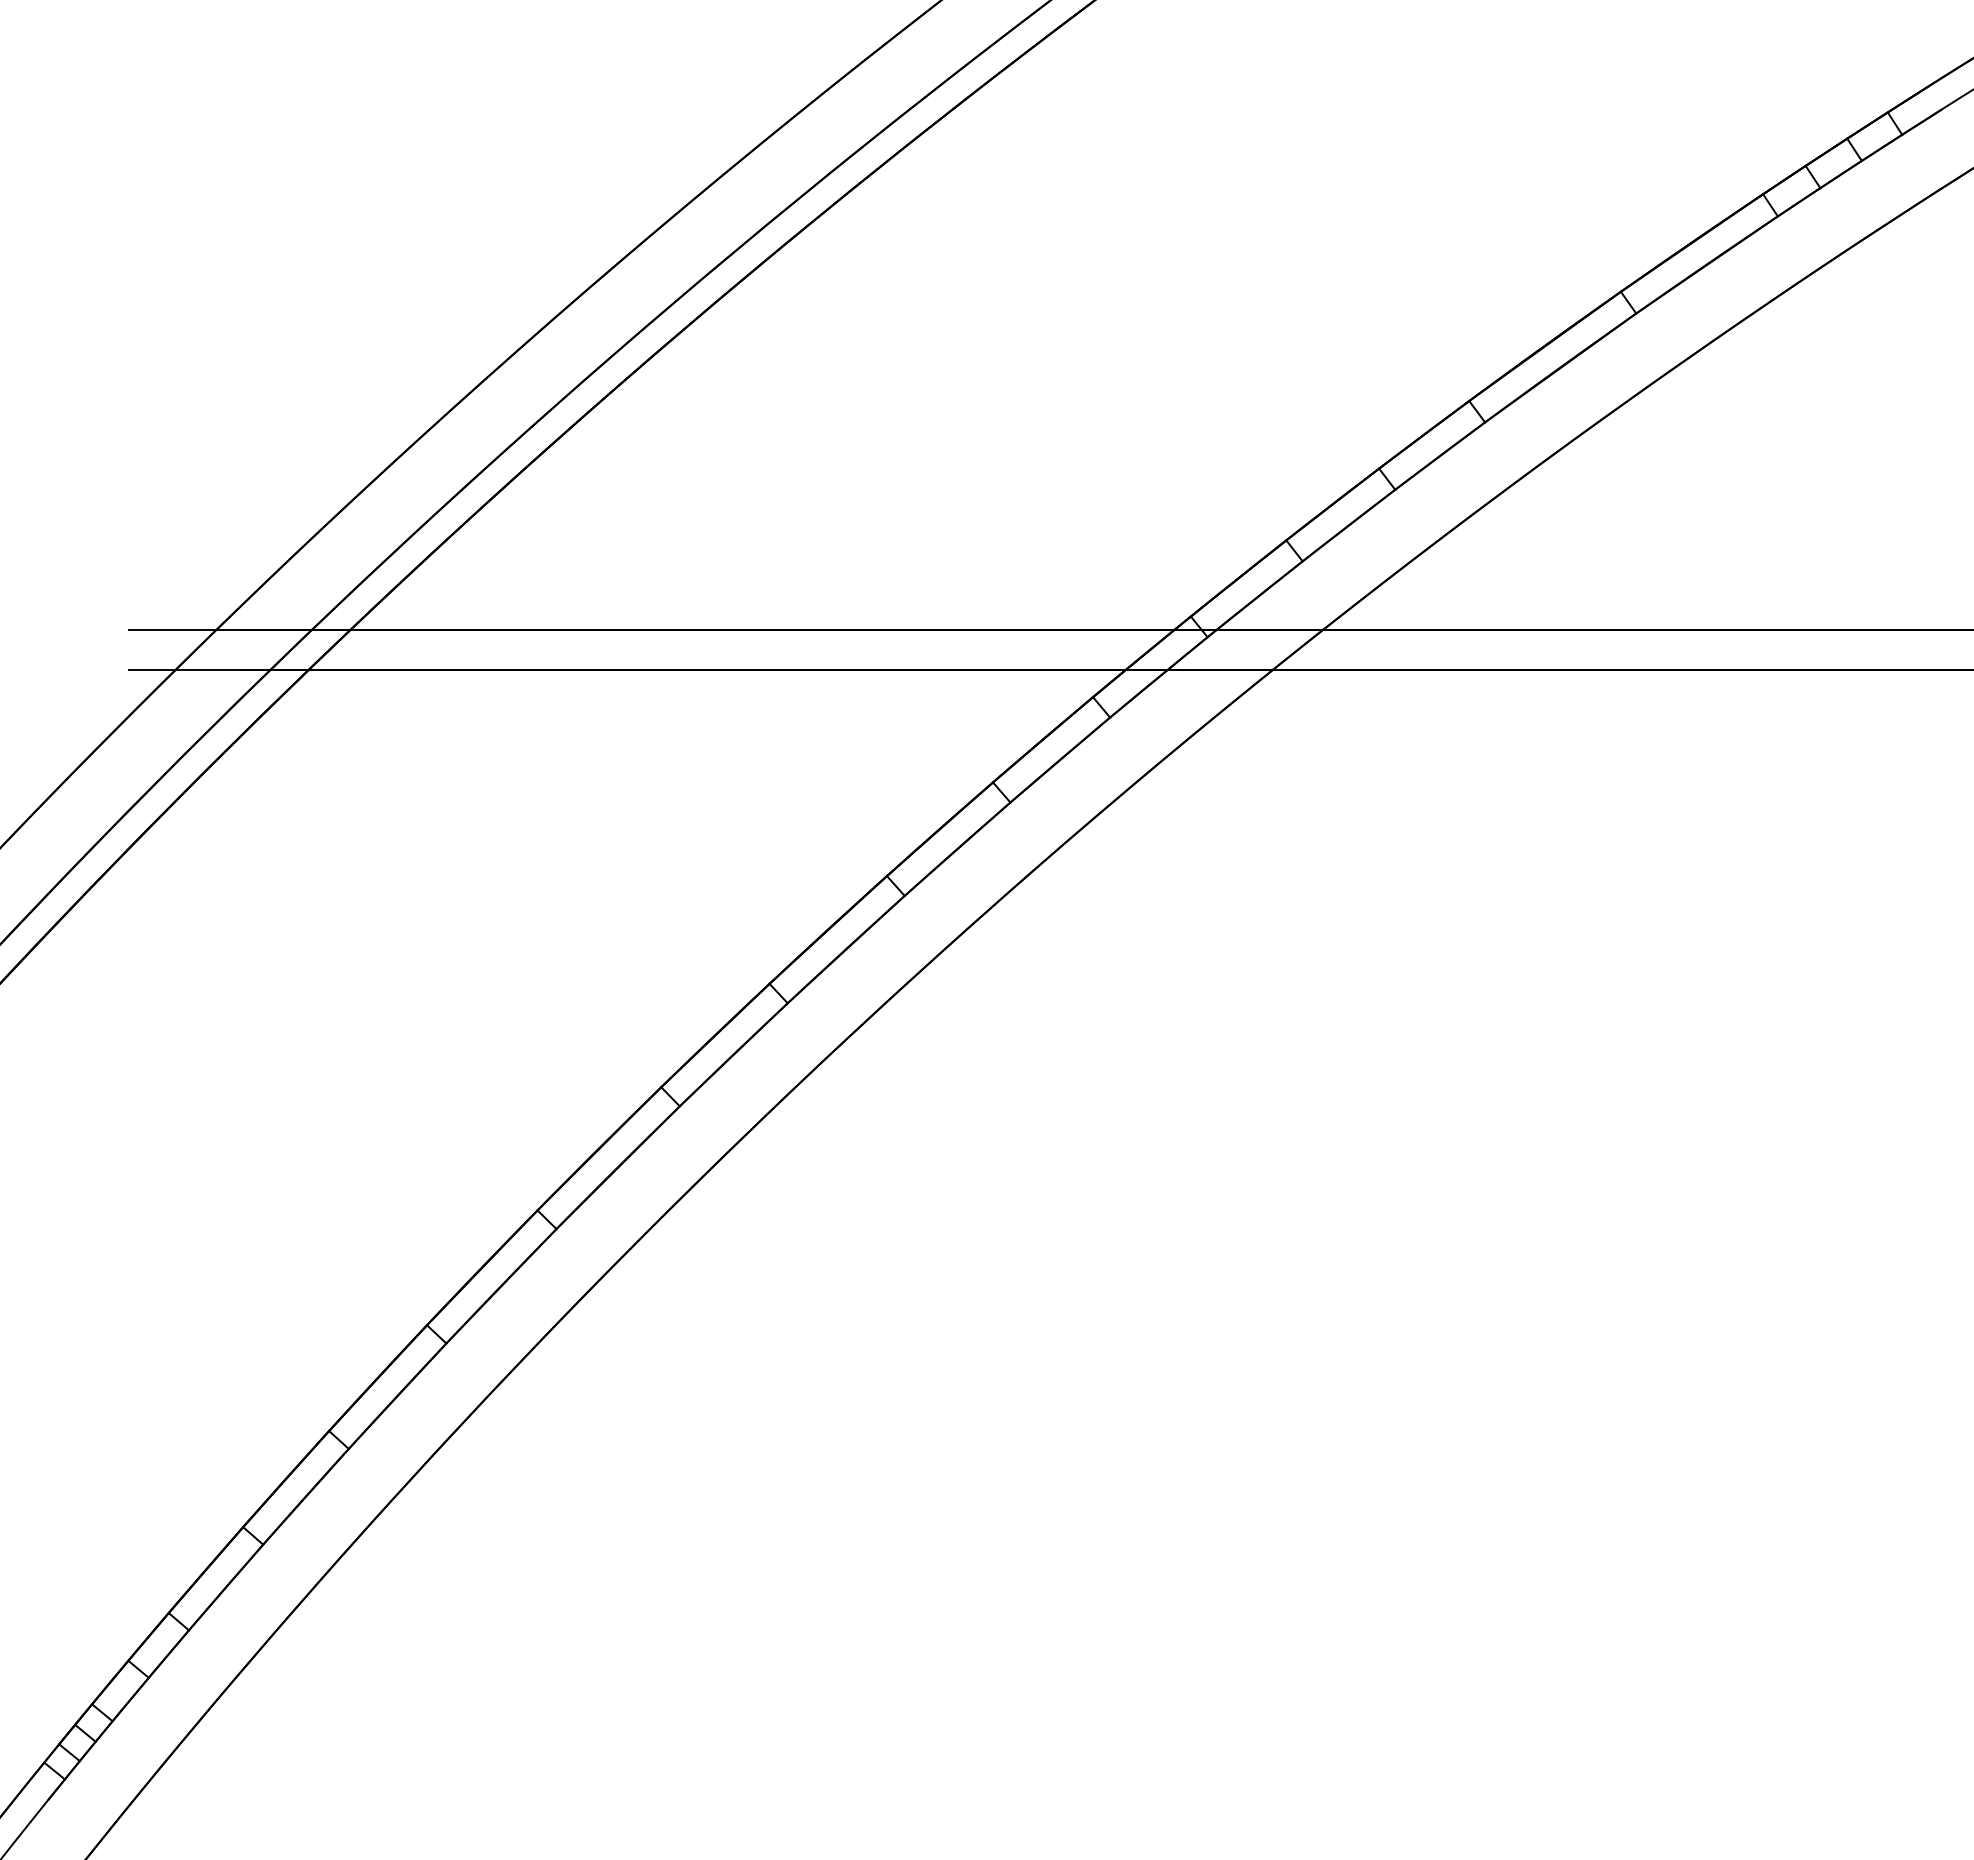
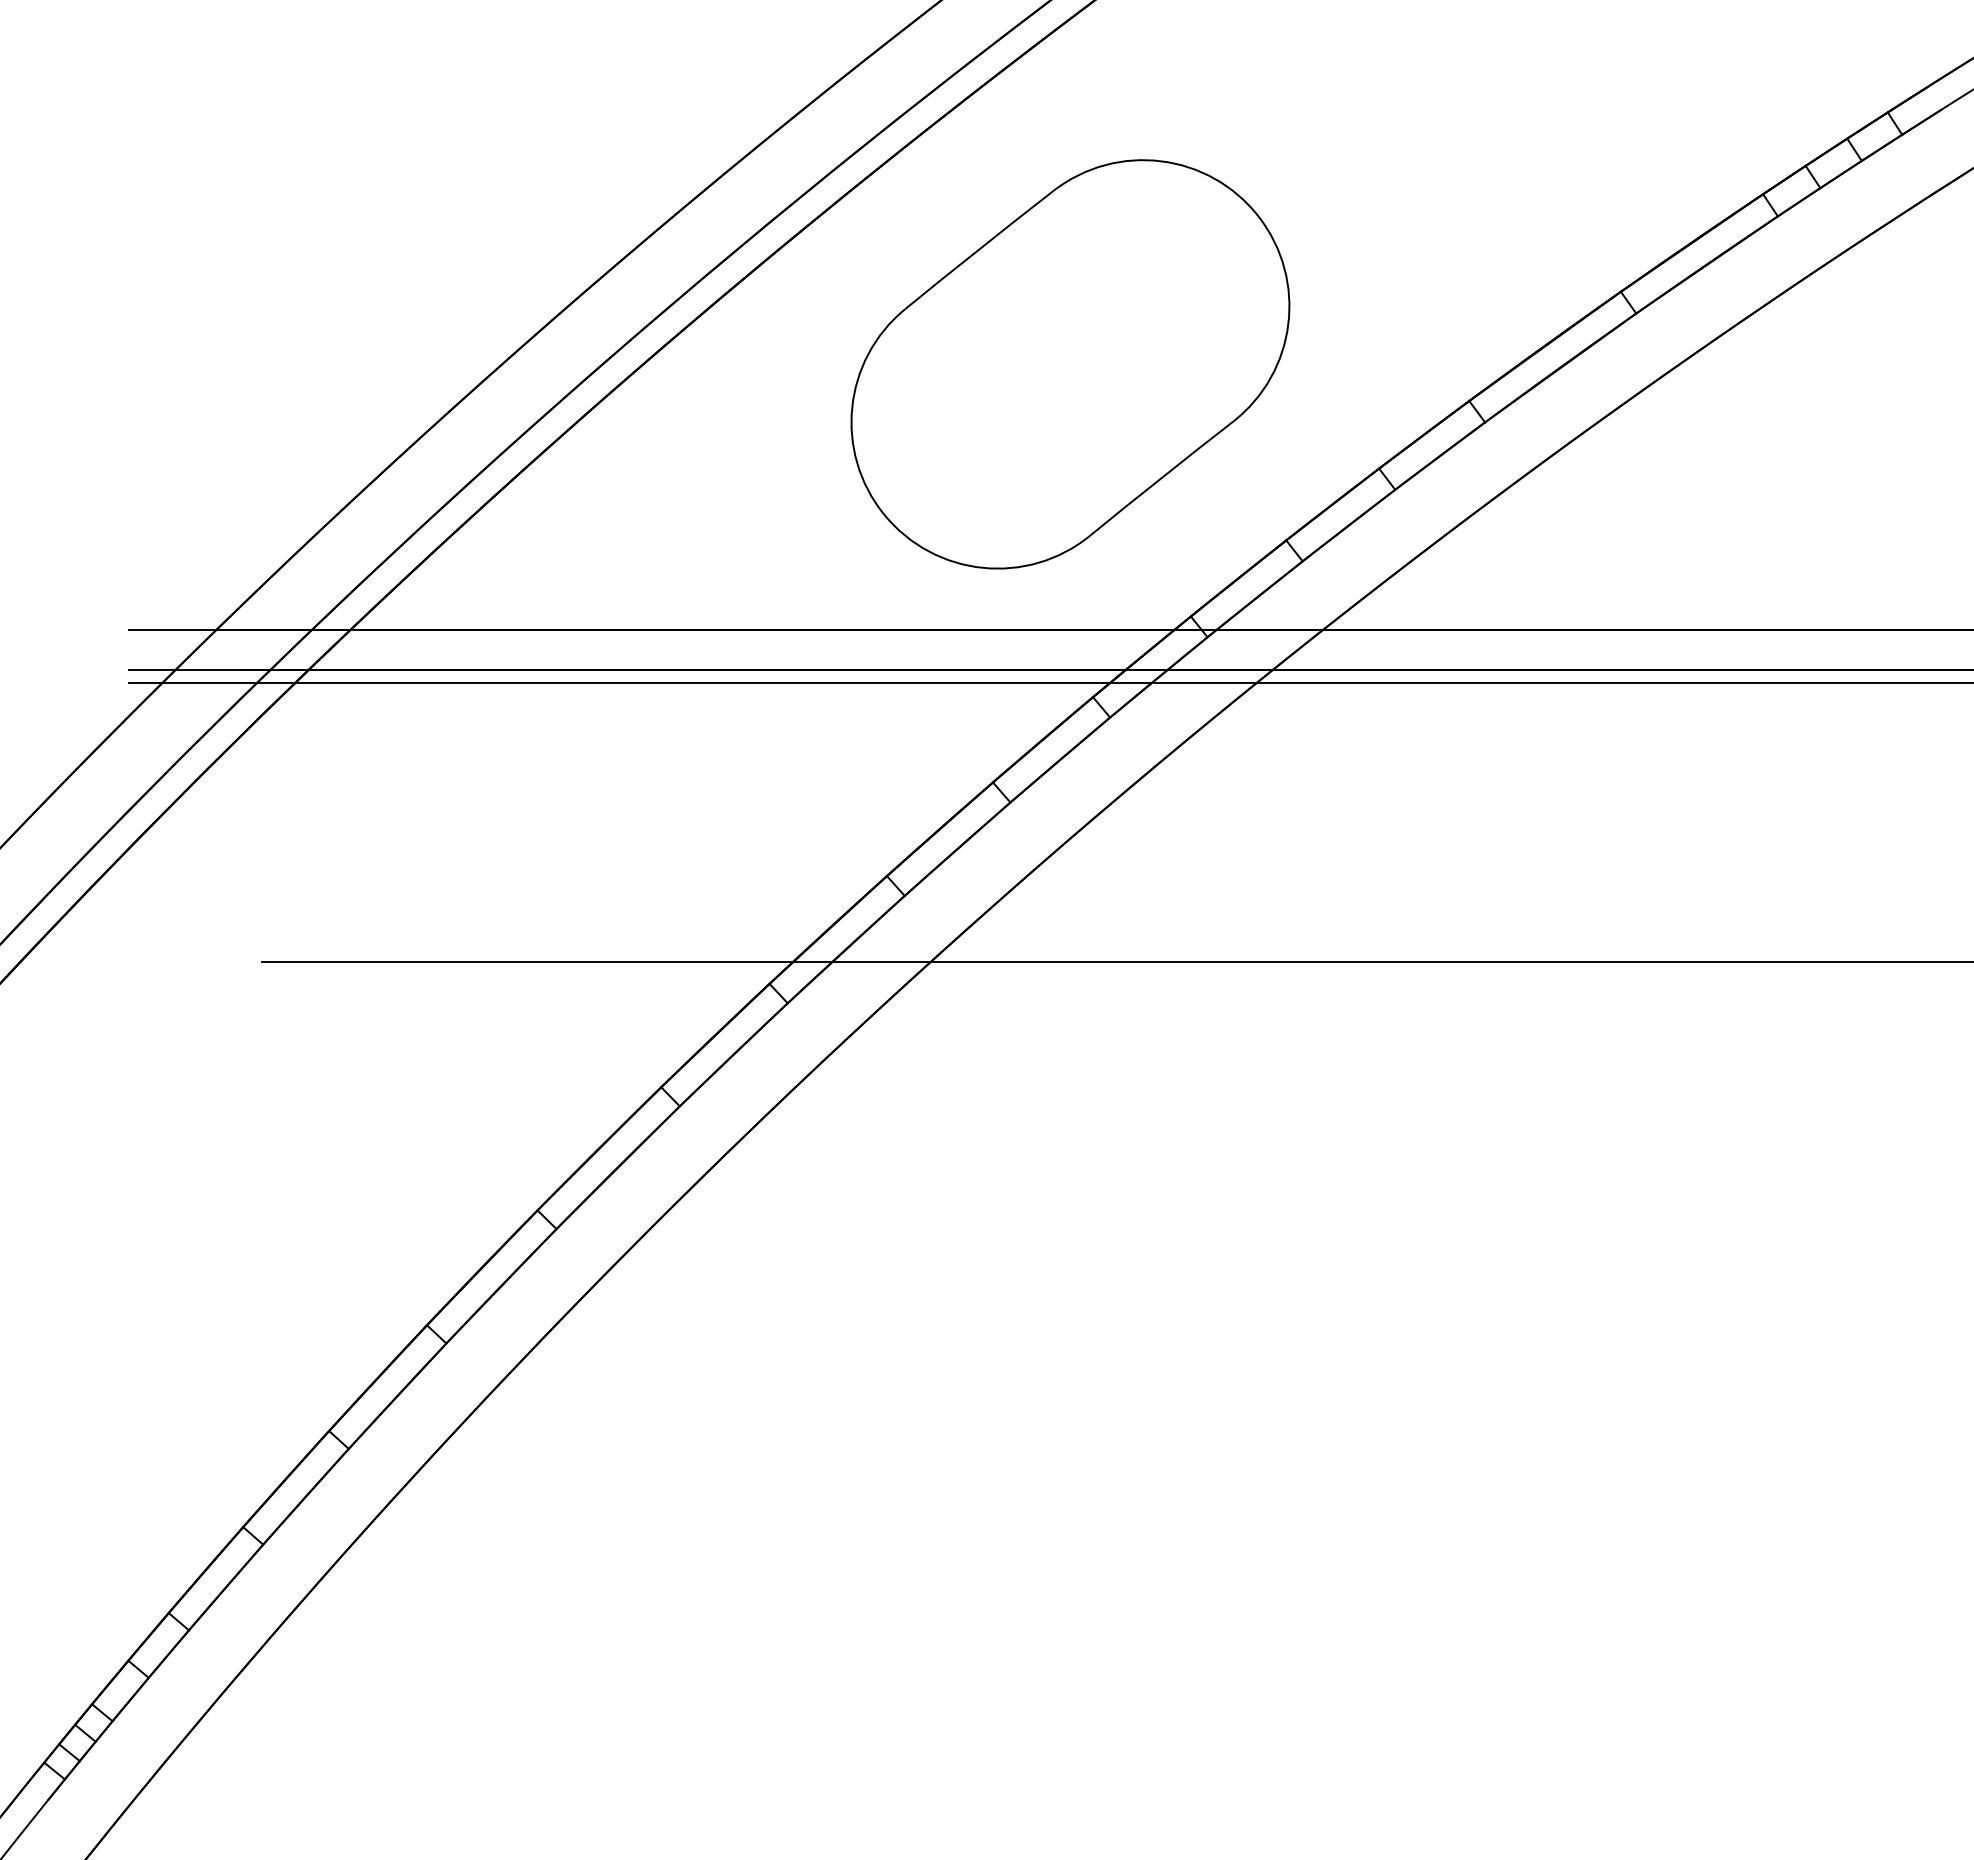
part at (1070, 364): none -> present
line at (1049, 682): none -> present
line at (1115, 962): none -> present
